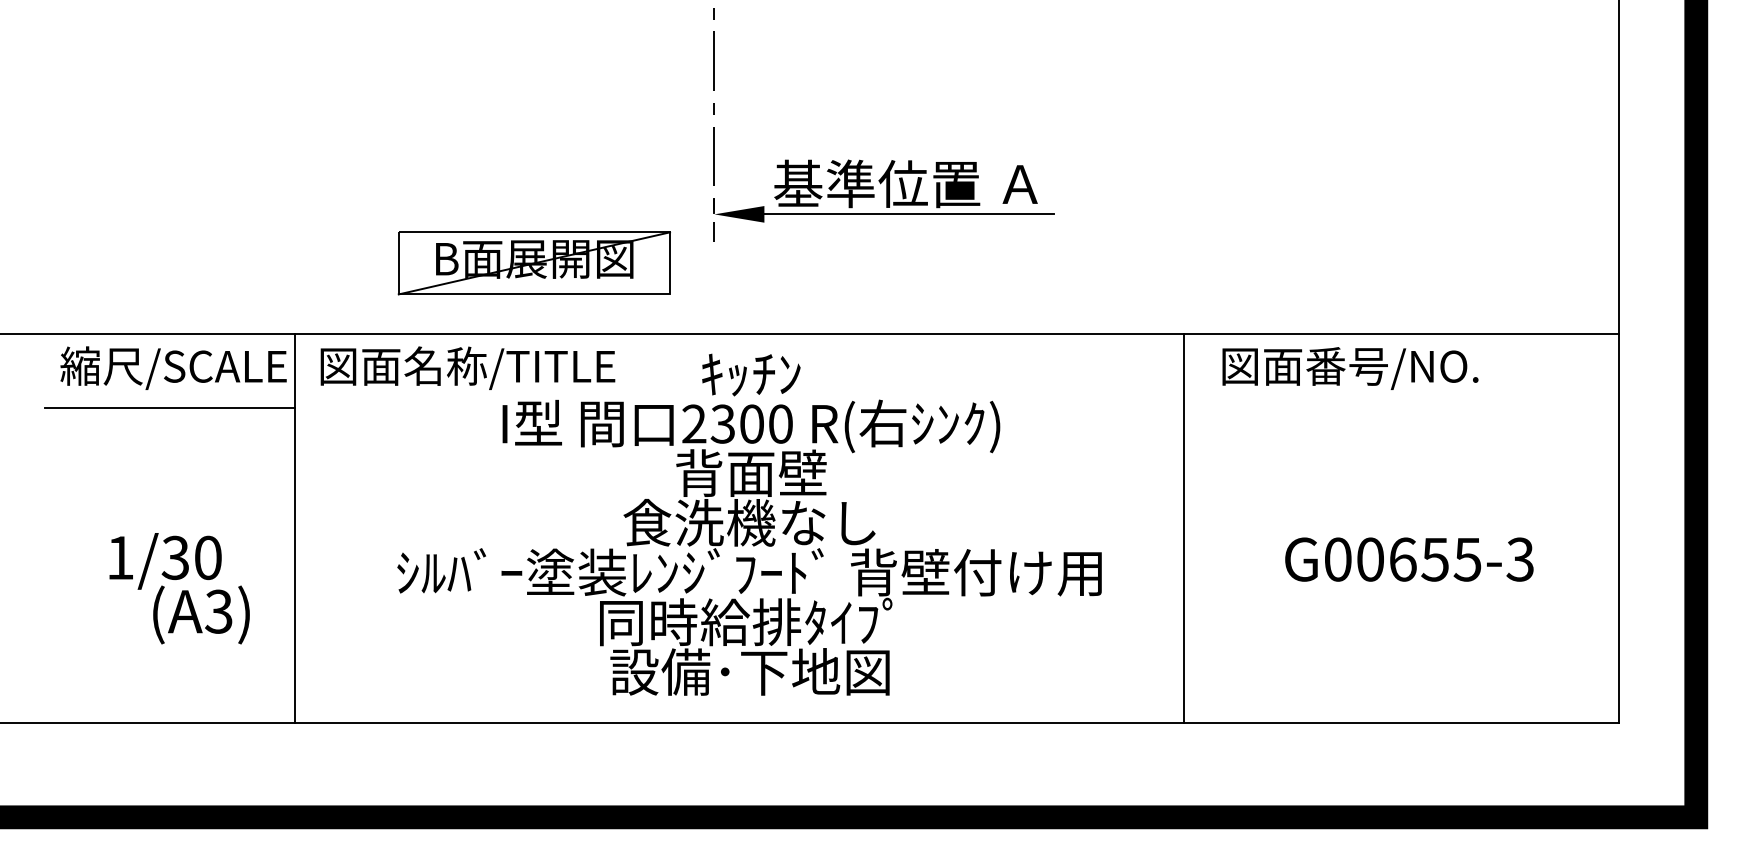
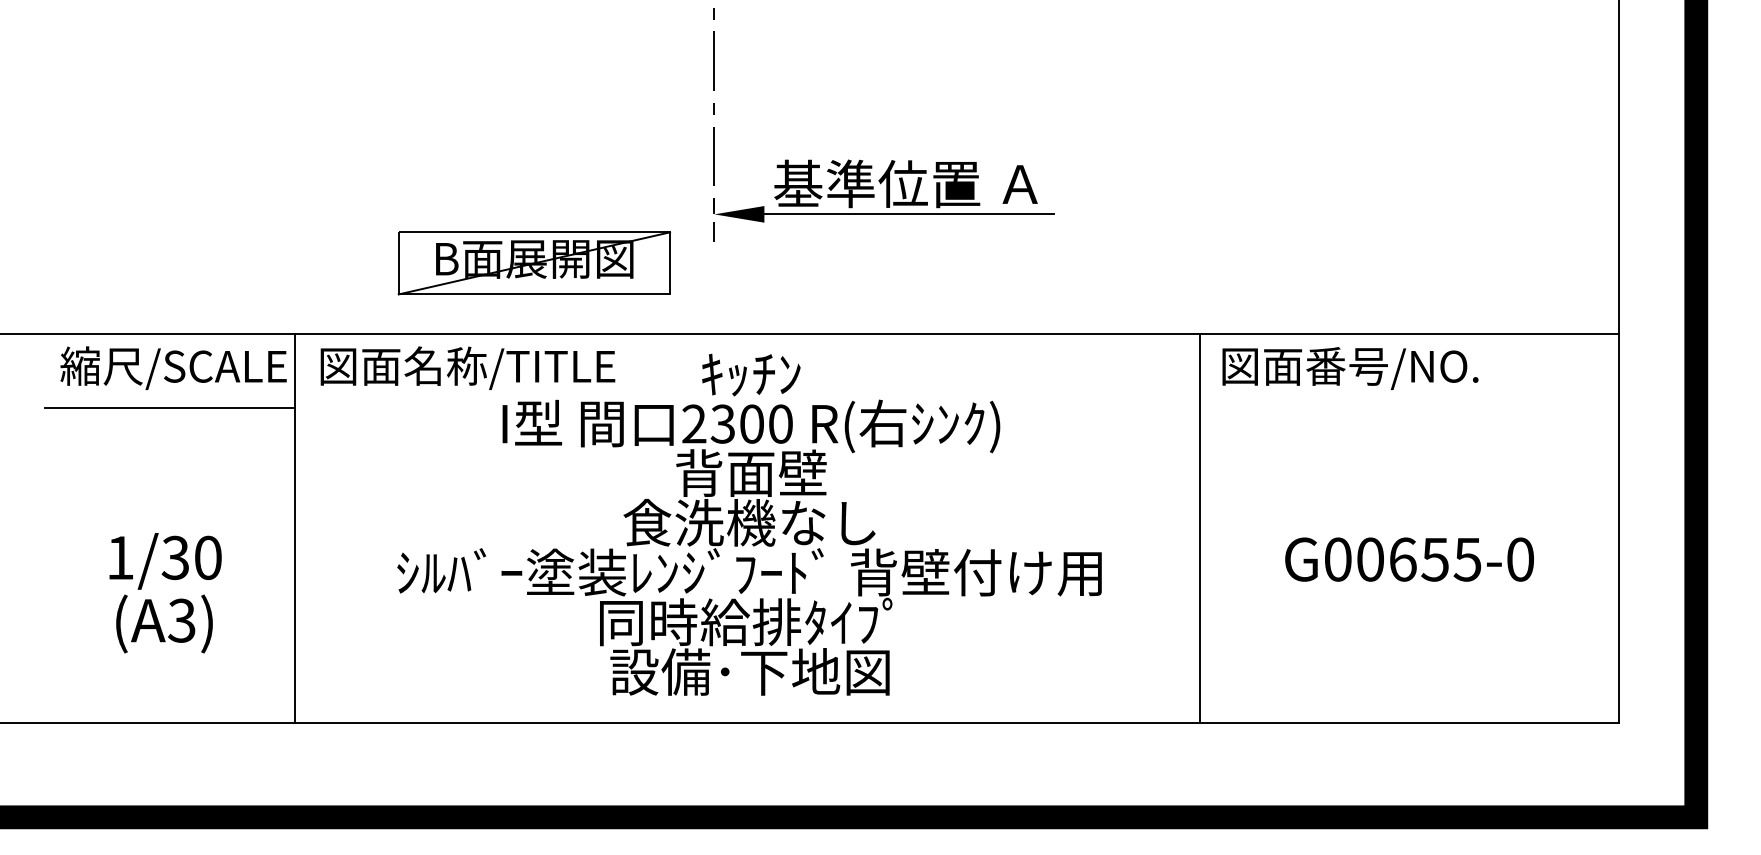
line at (1183, 528) position: (1183, 528) -> (1199, 528)
text at (1519, 559): G00655-3 -> G00655-0
text at (201, 614) position: (201, 614) -> (164, 623)
